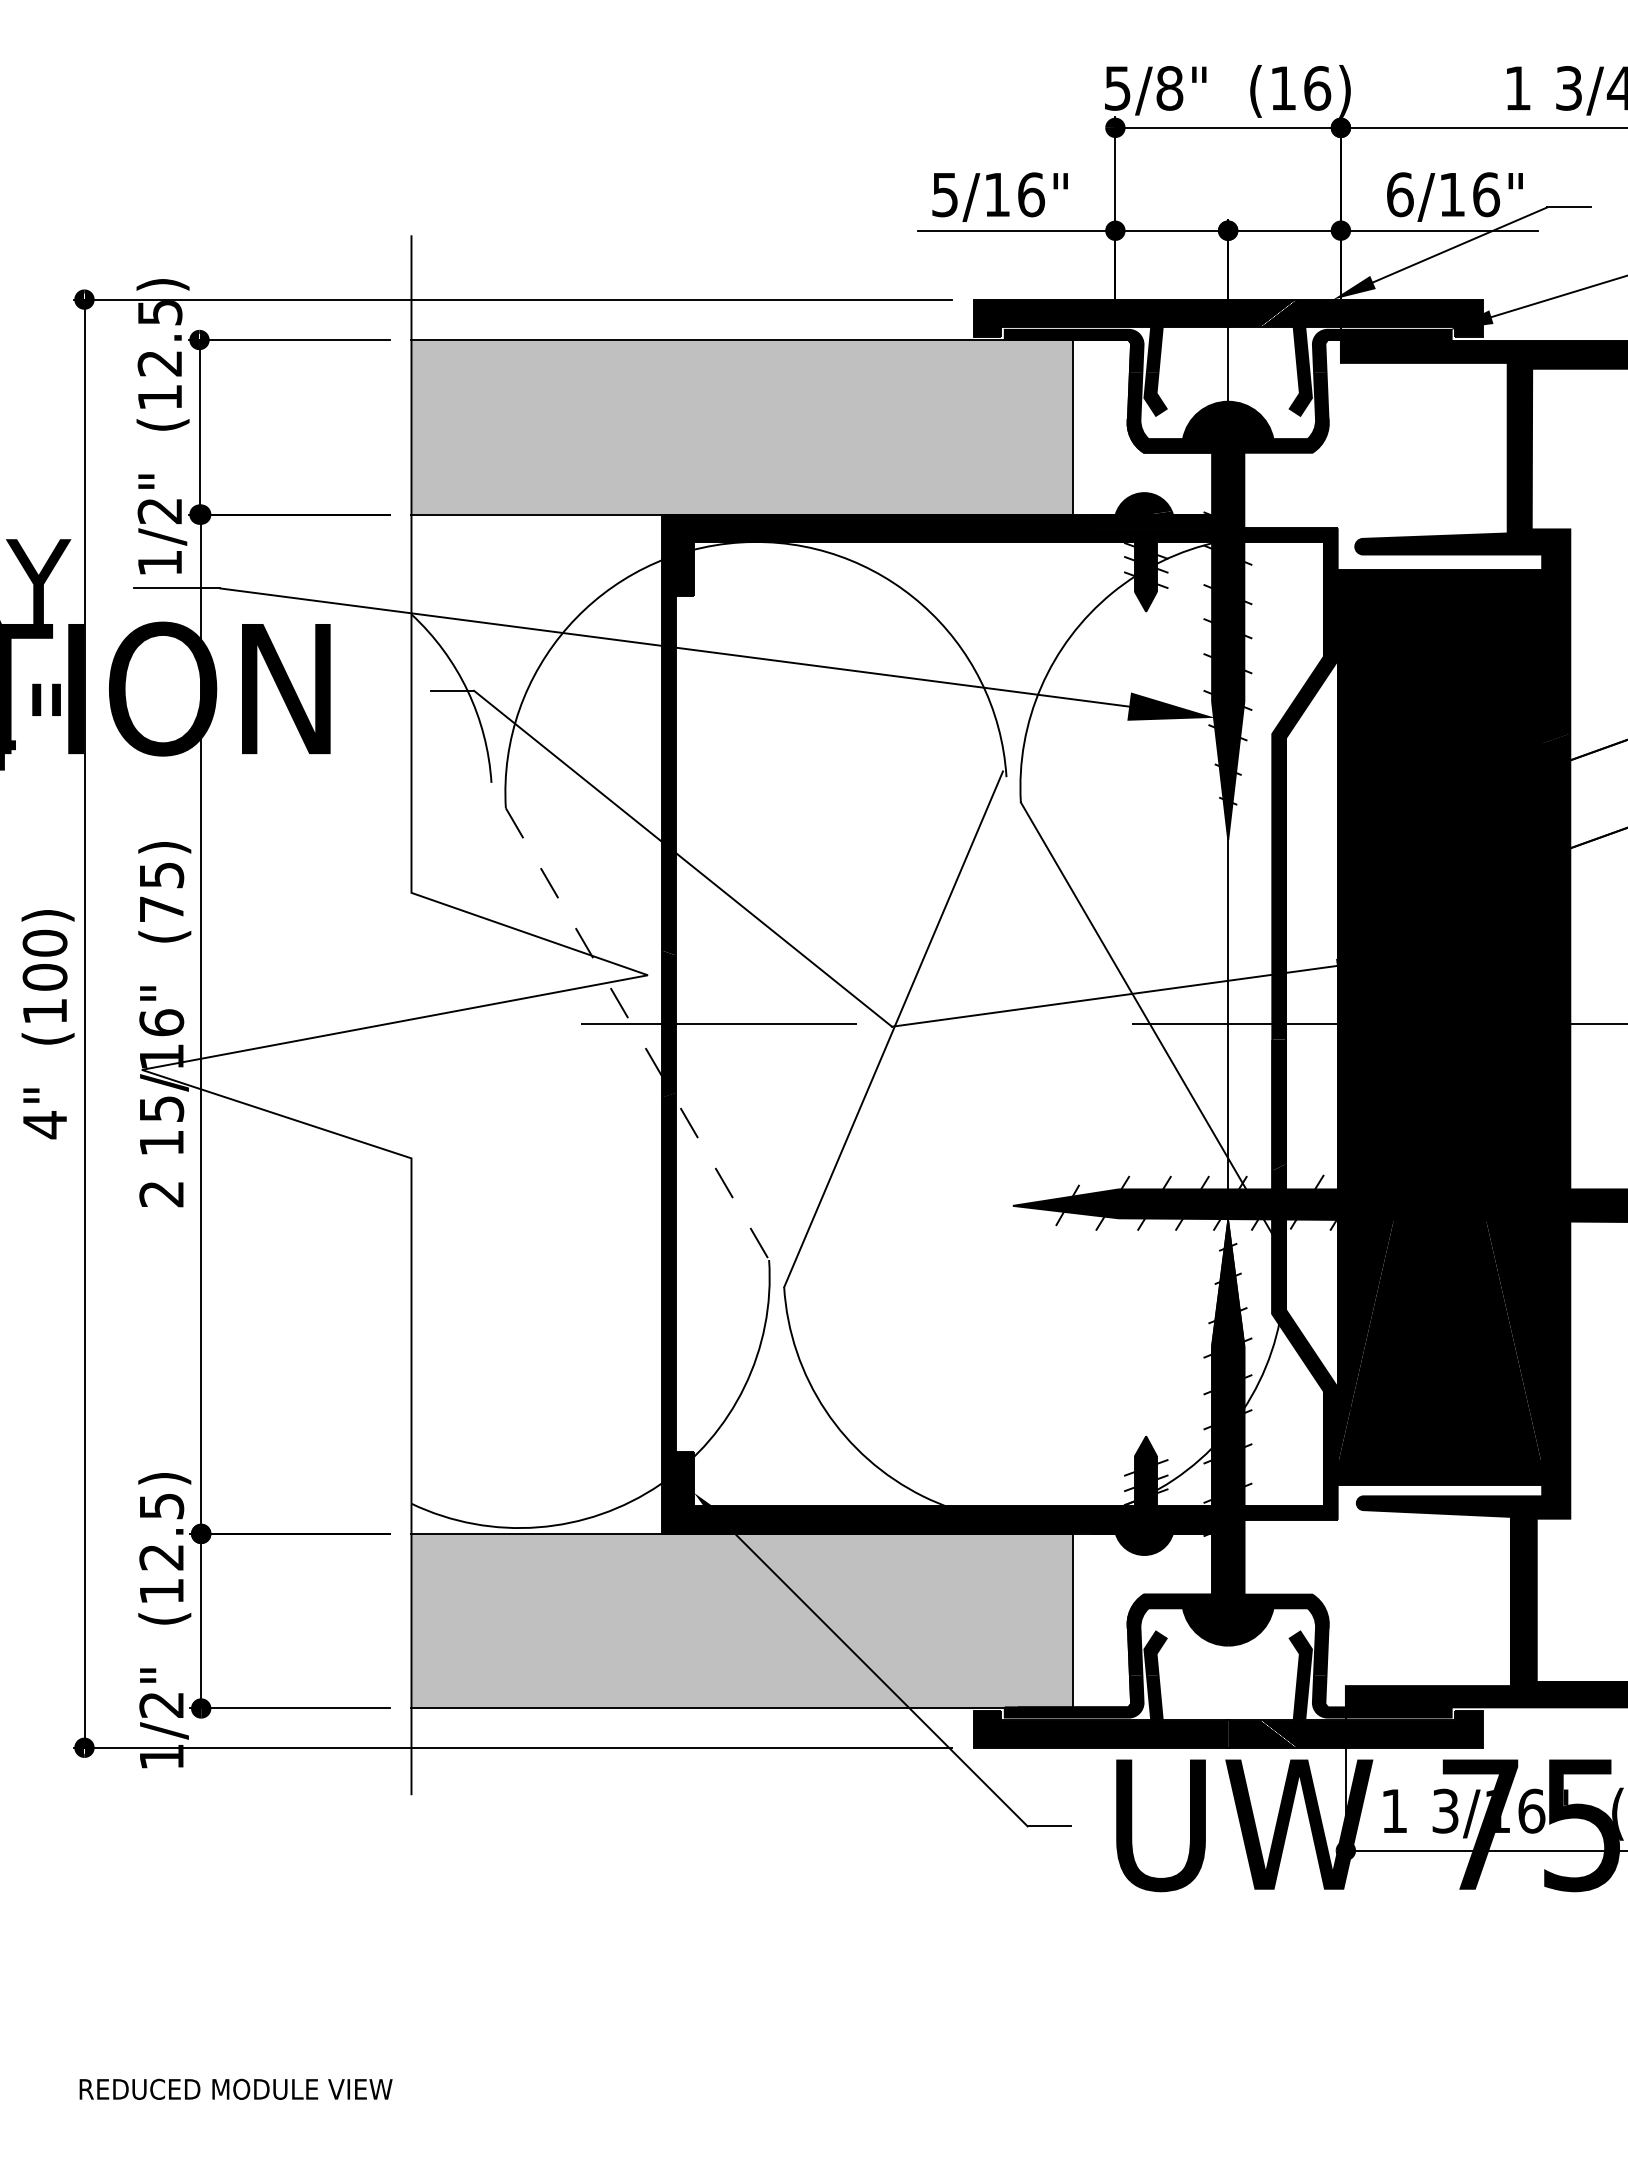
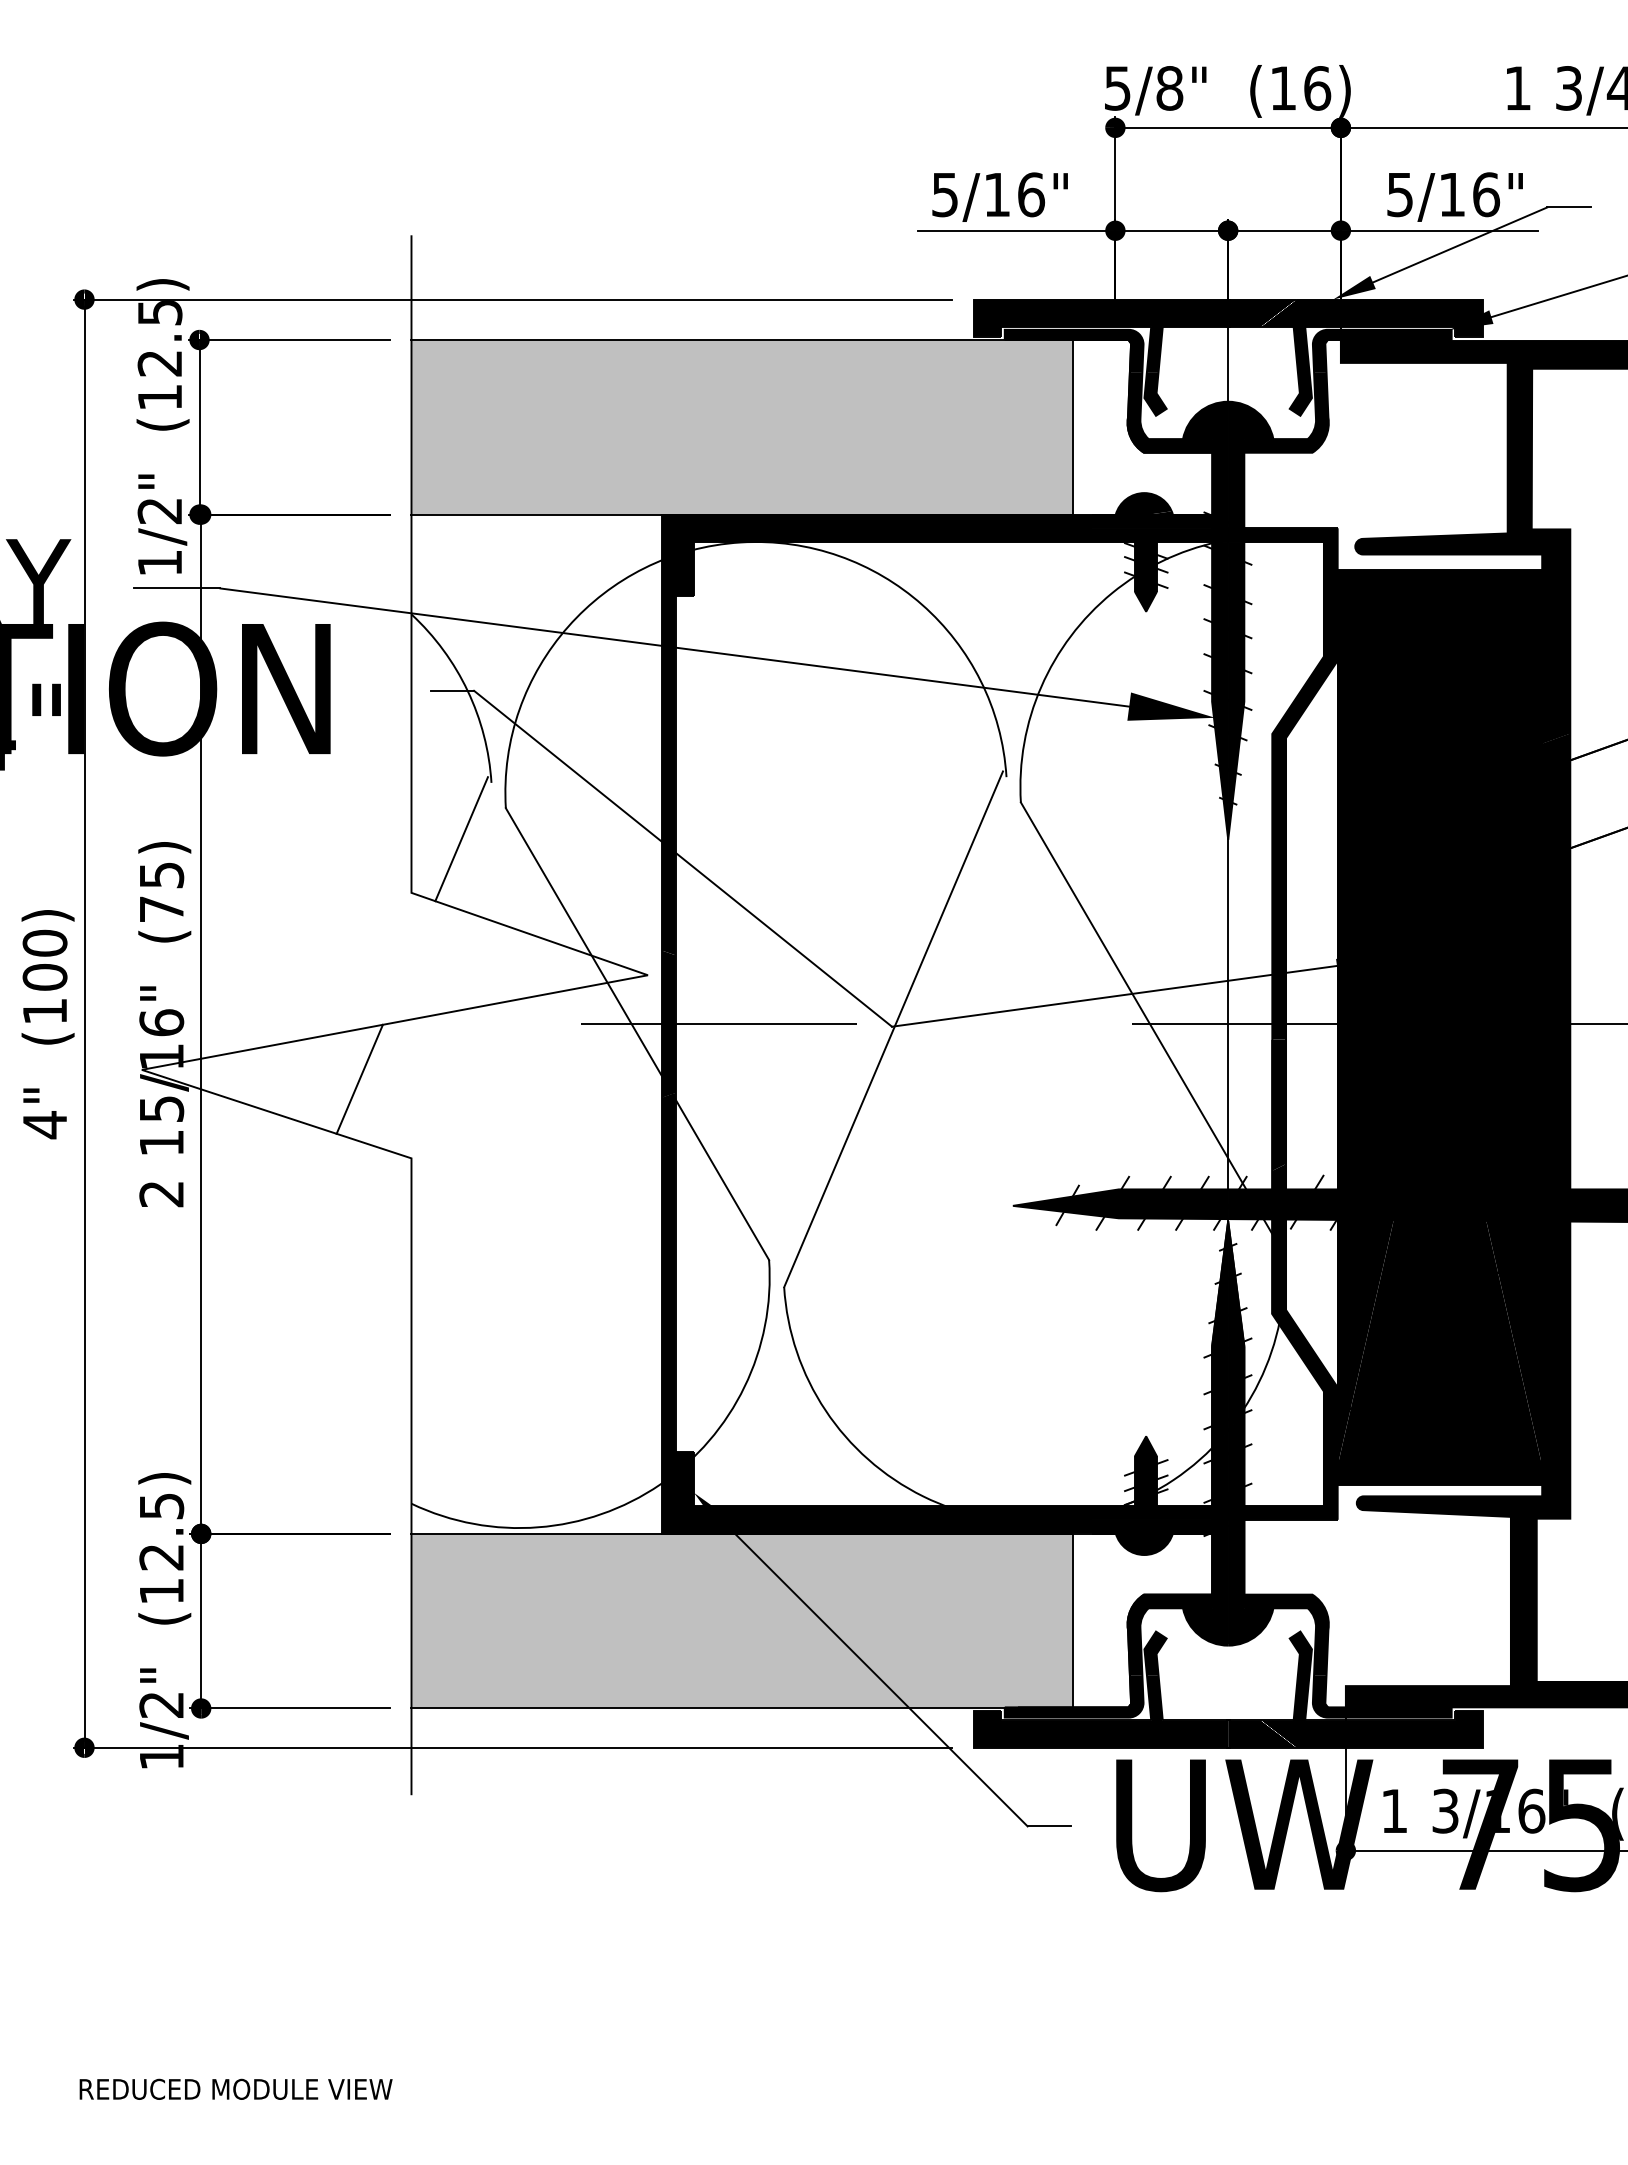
text at (1400, 194): 6/16" -> 5/16"
line at (461, 839): none -> present
line at (637, 1034): dashed -> solid
line at (359, 1078): none -> present
